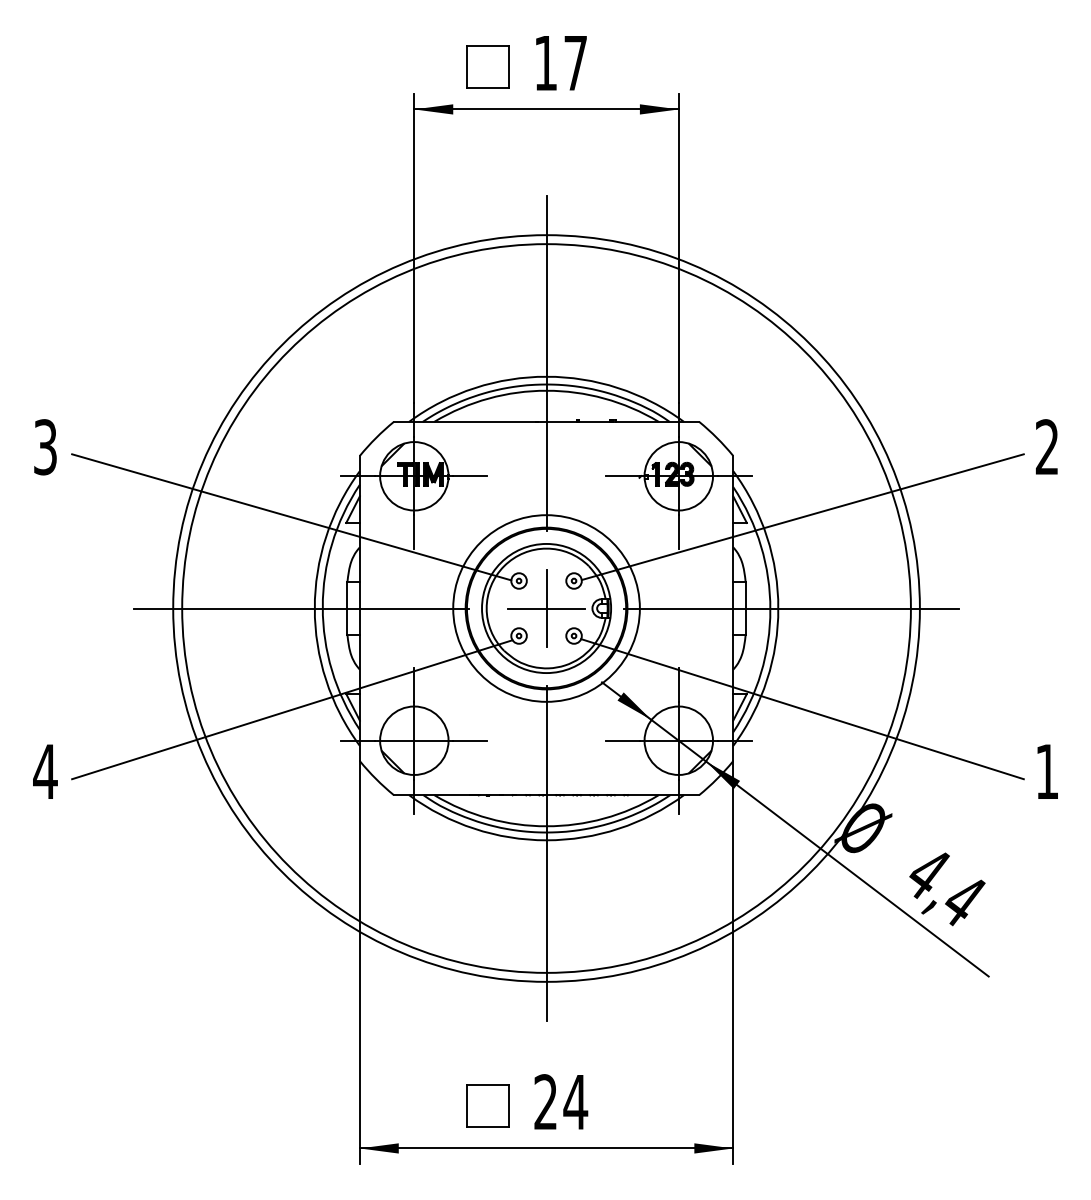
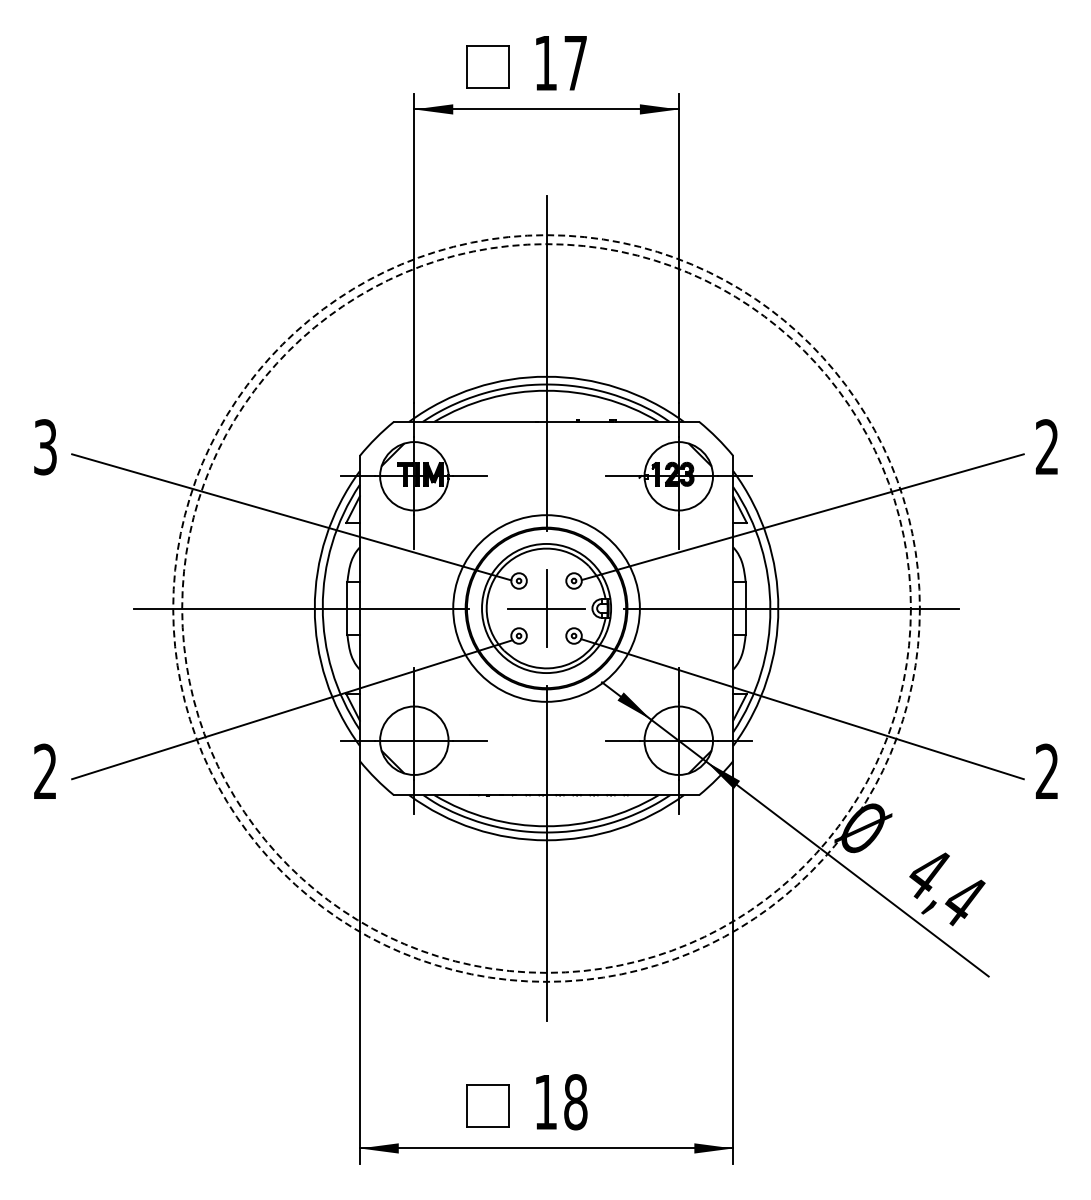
circle at (546, 608): solid -> dashed
circle at (546, 608): solid -> dashed
text at (45, 770): 4 -> 2
text at (1046, 770): 1 -> 2
text at (561, 1102): 24 -> 18
